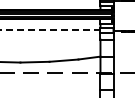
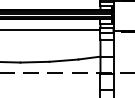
line at (50, 29): dashed -> solid
